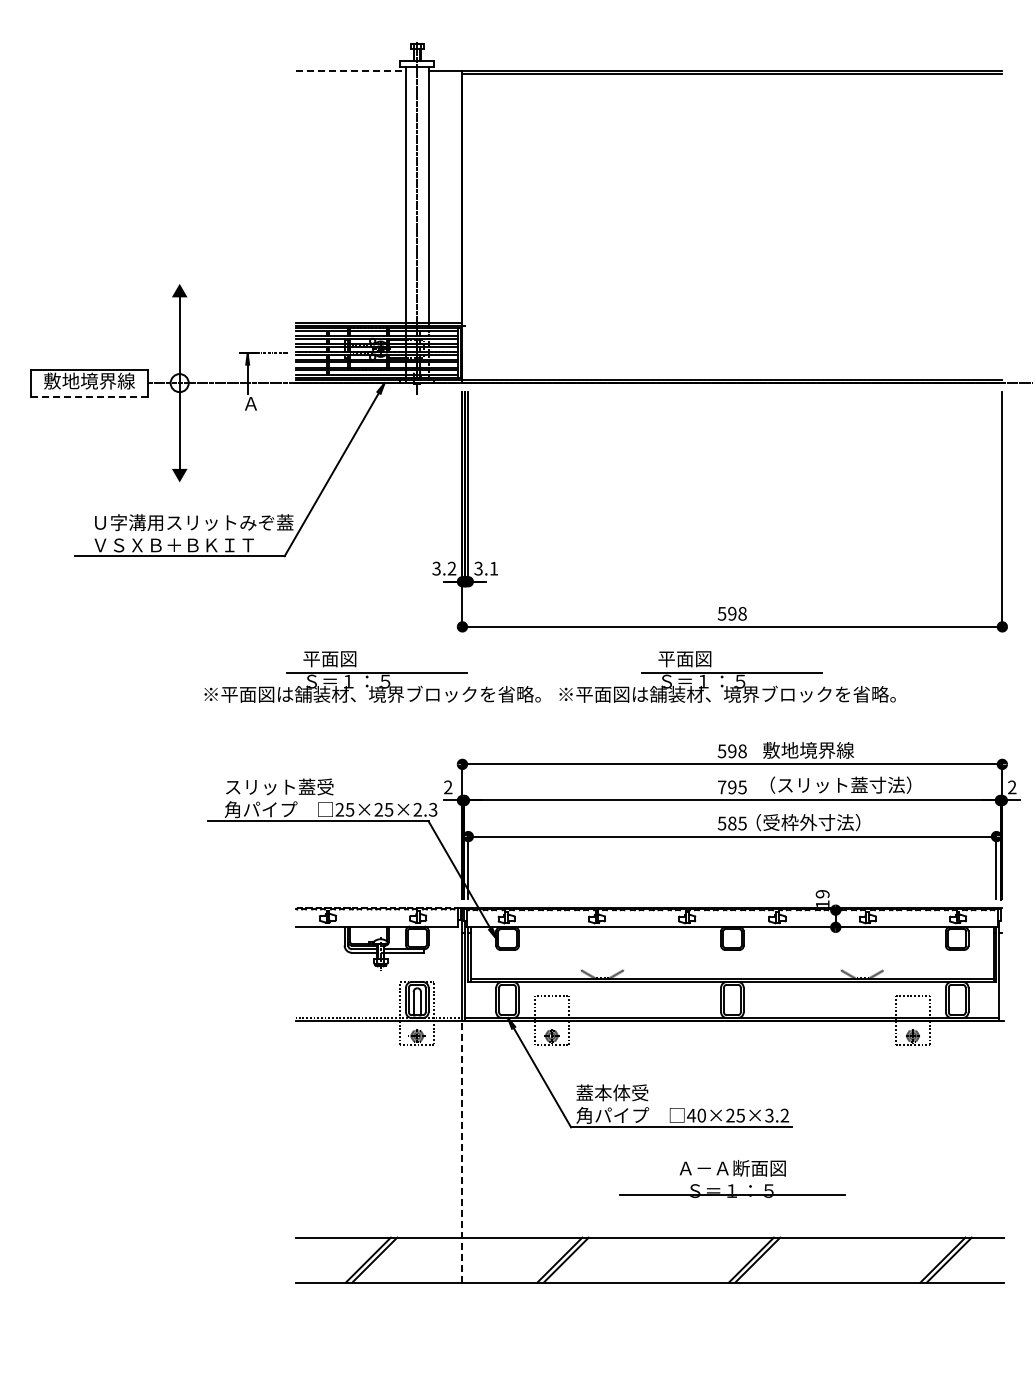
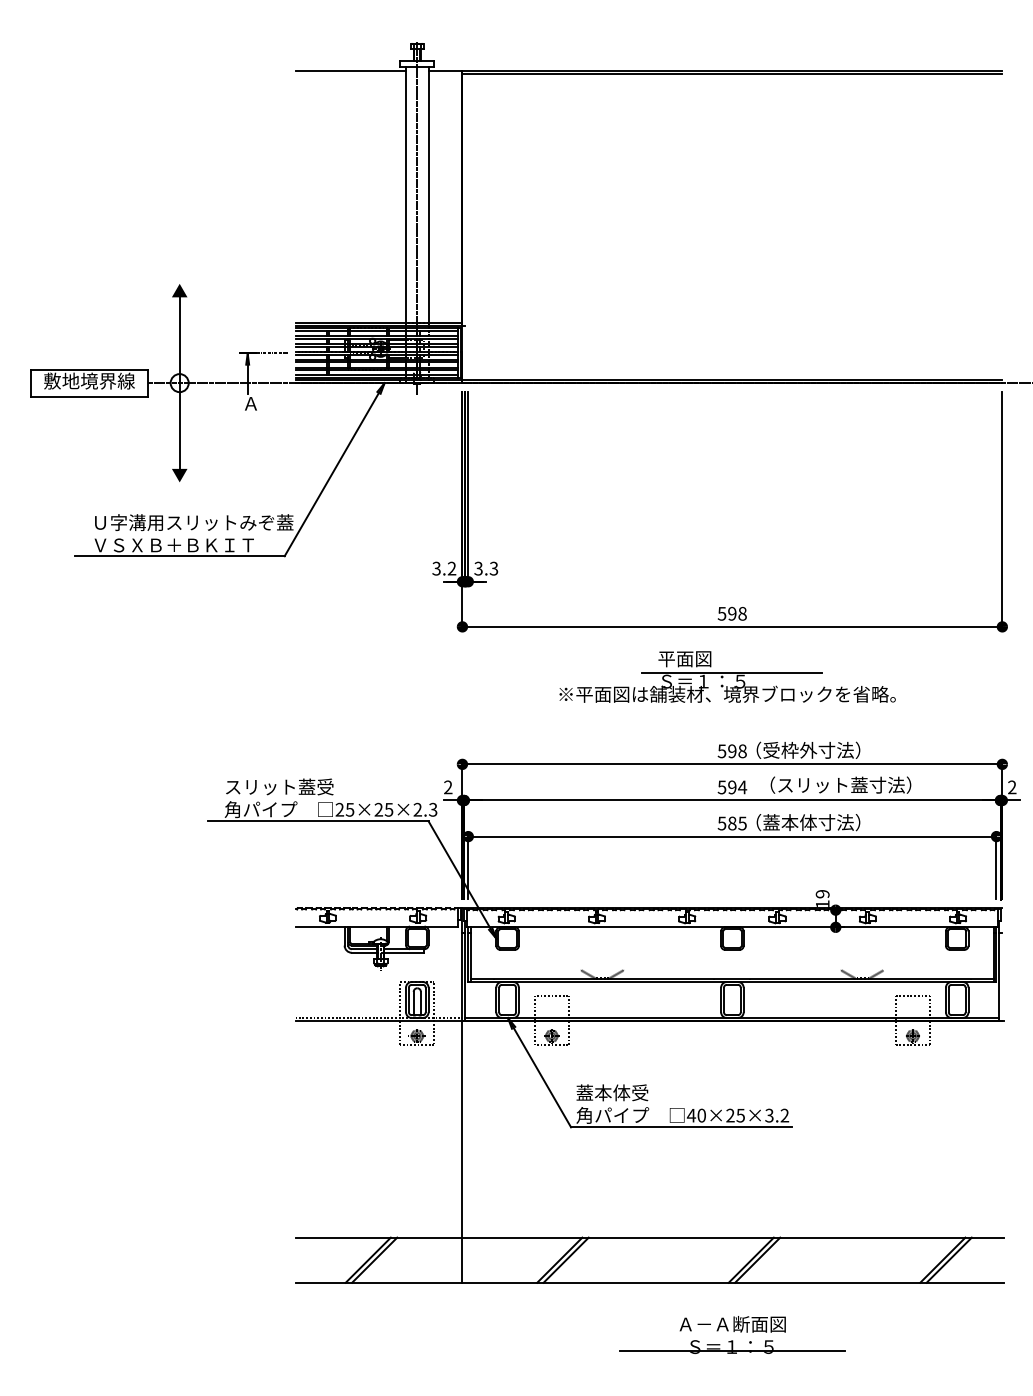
line at (351, 71): dashed -> solid
line at (89, 396): dashed -> solid
text at (493, 568): 3.1 -> 3.3
part at (372, 676): present -> none
text at (808, 749): 敷地境界線 -> （受枠外寸法）
text at (732, 787): 795 -> 594
text at (790, 822): （受枠外寸法） -> （蓋本体寸法）
line at (462, 1151): dashed -> solid
part at (732, 1178) position: (732, 1178) -> (732, 1334)
